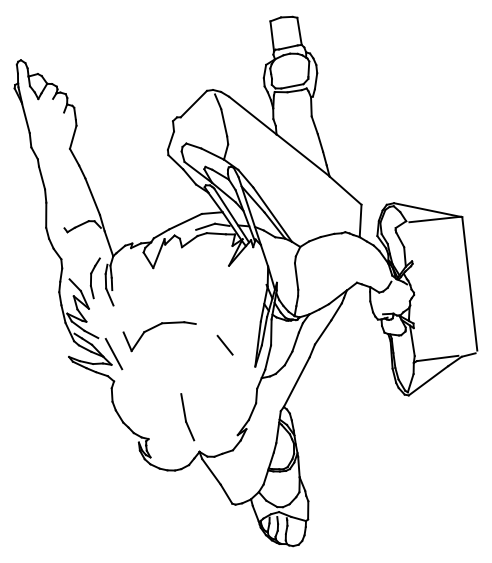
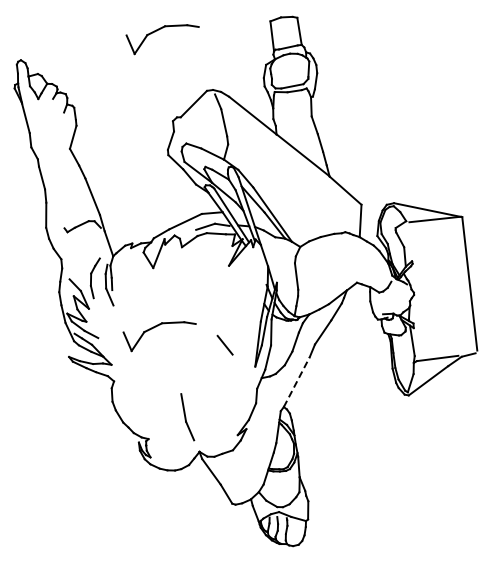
part at (157, 31): none -> present
line at (113, 353): present -> none
line at (297, 381): solid -> dashed
